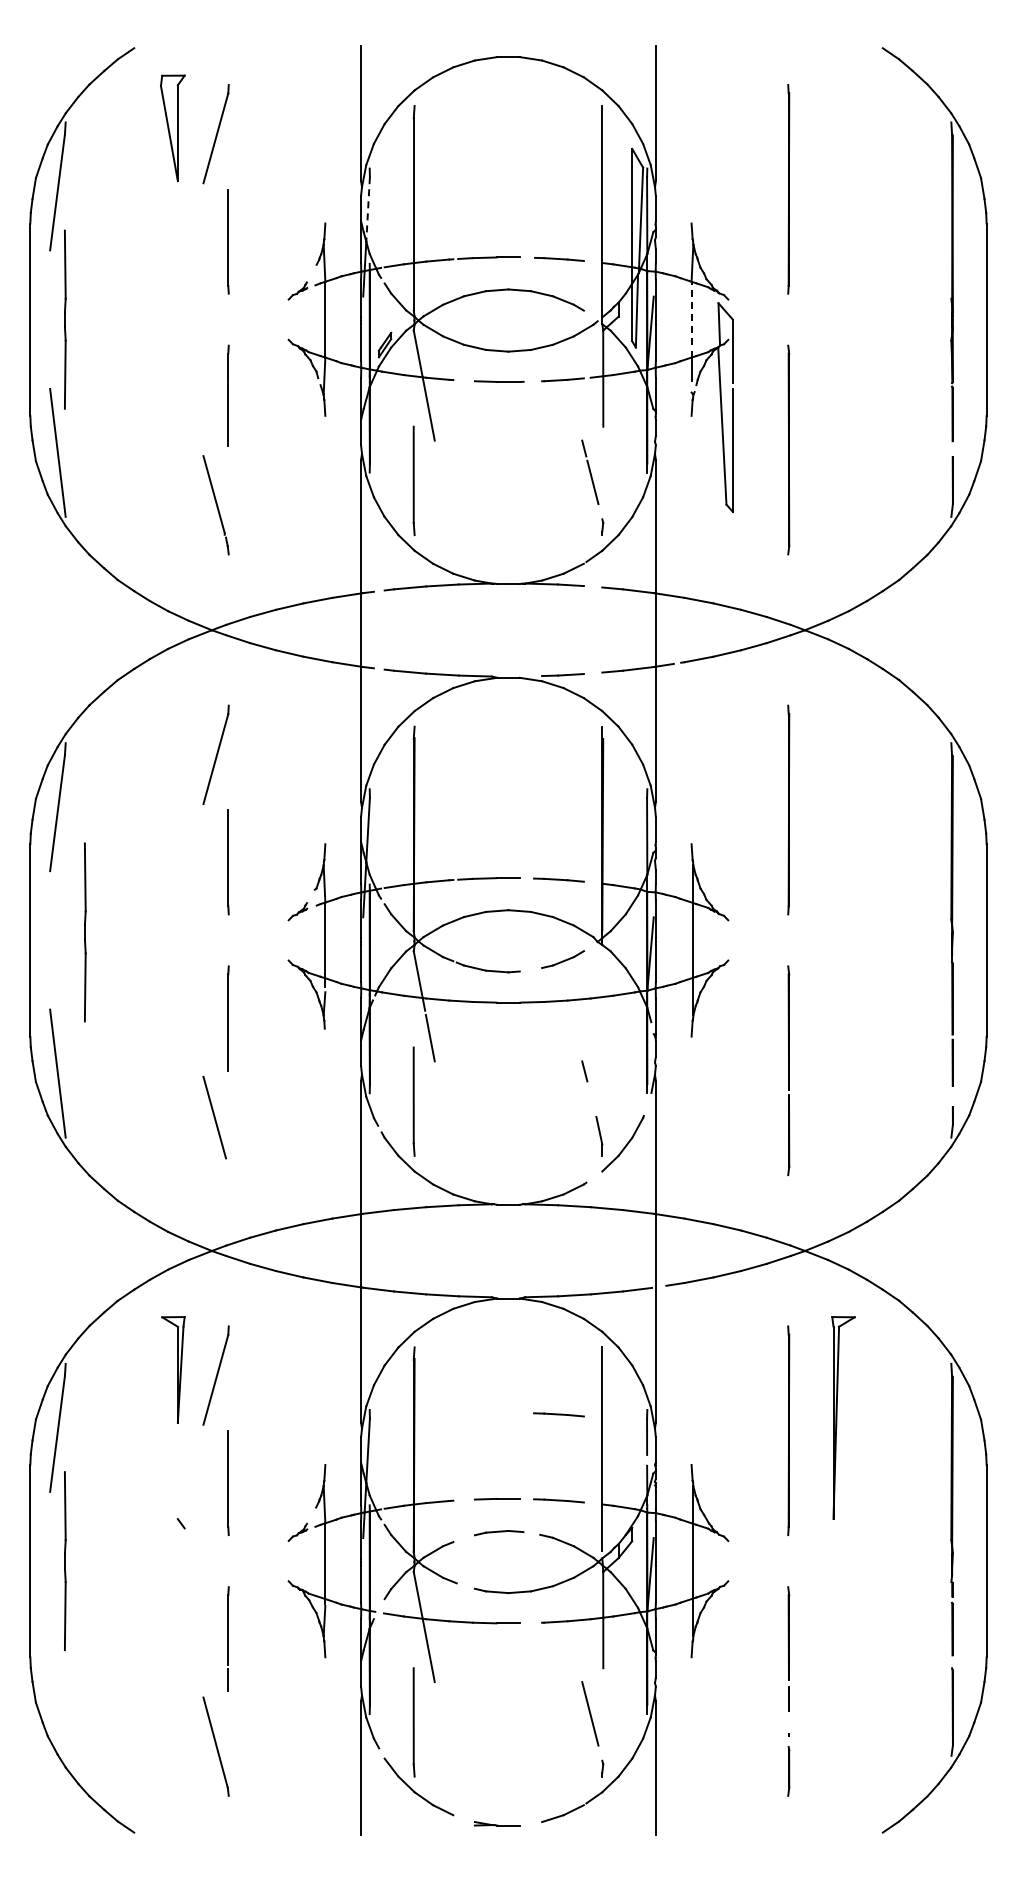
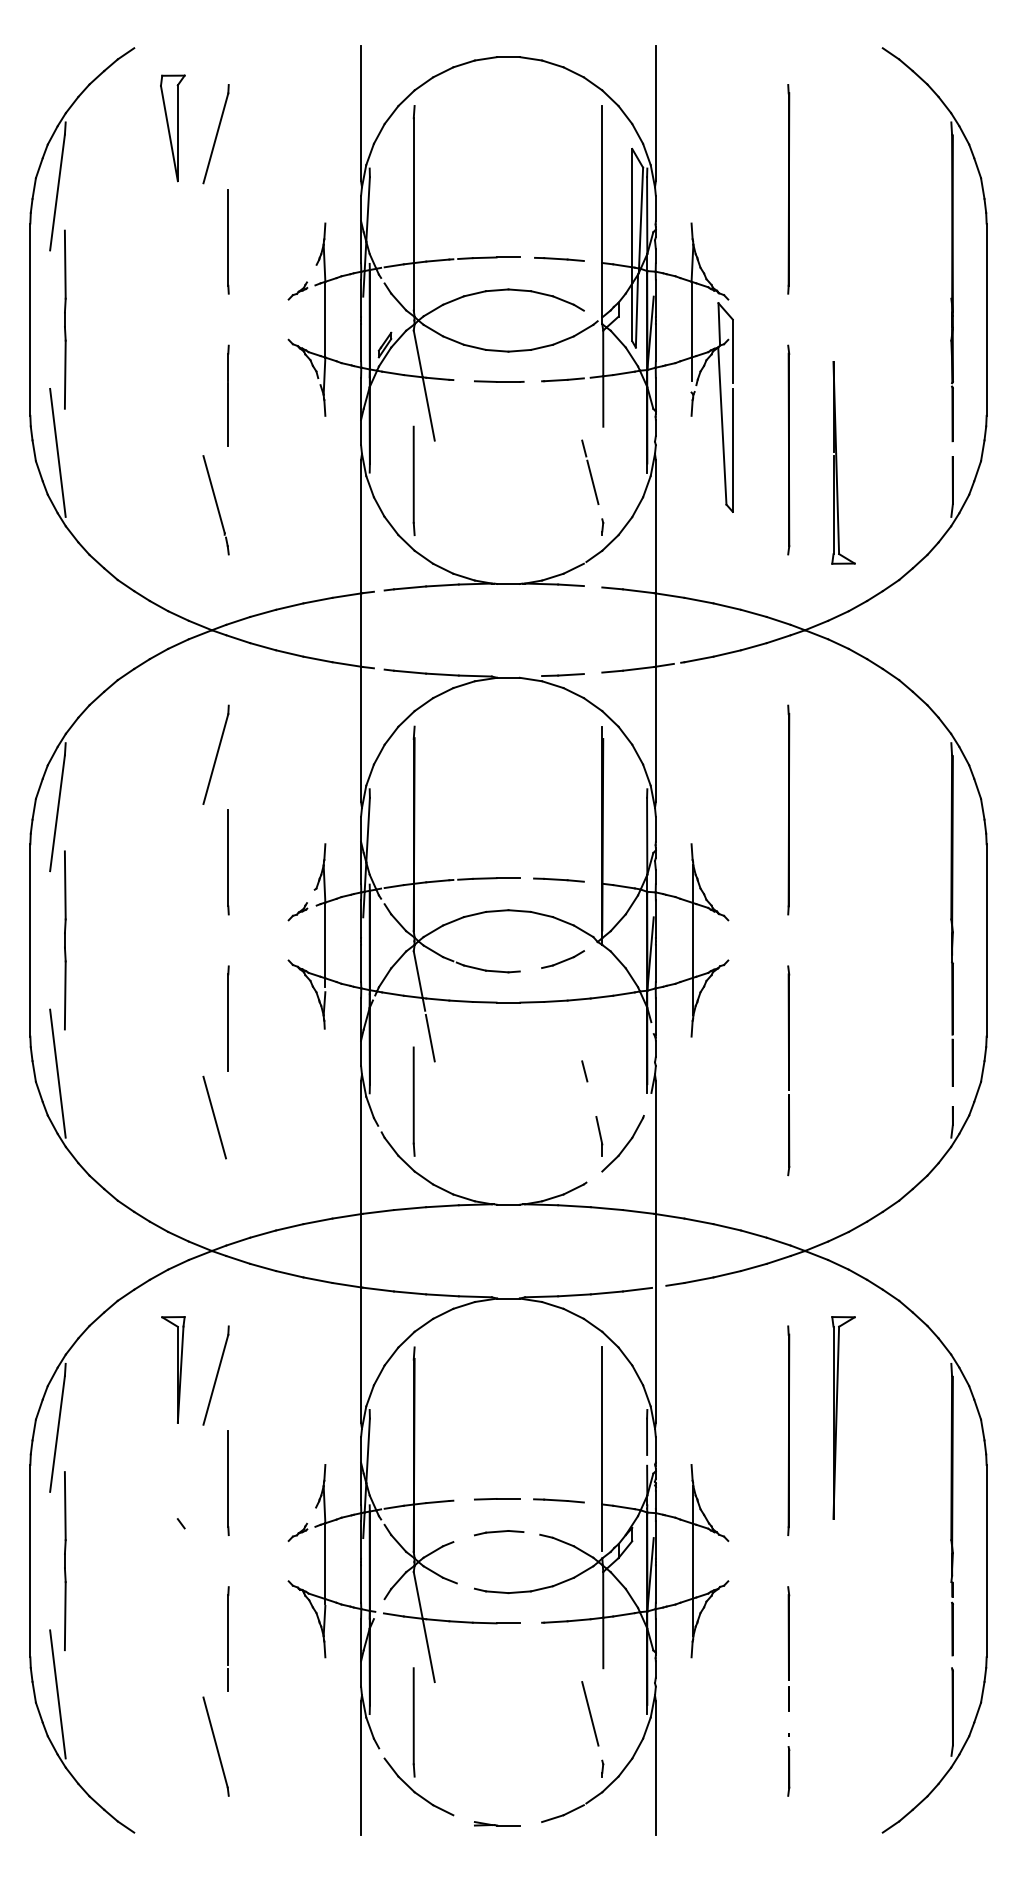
line at (368, 209): dashed -> solid
line at (691, 319): dashed -> solid
part at (843, 462): none -> present
line at (85, 932) position: (85, 932) -> (65, 940)
line at (558, 1414): present -> none
line at (57, 1694): none -> present
